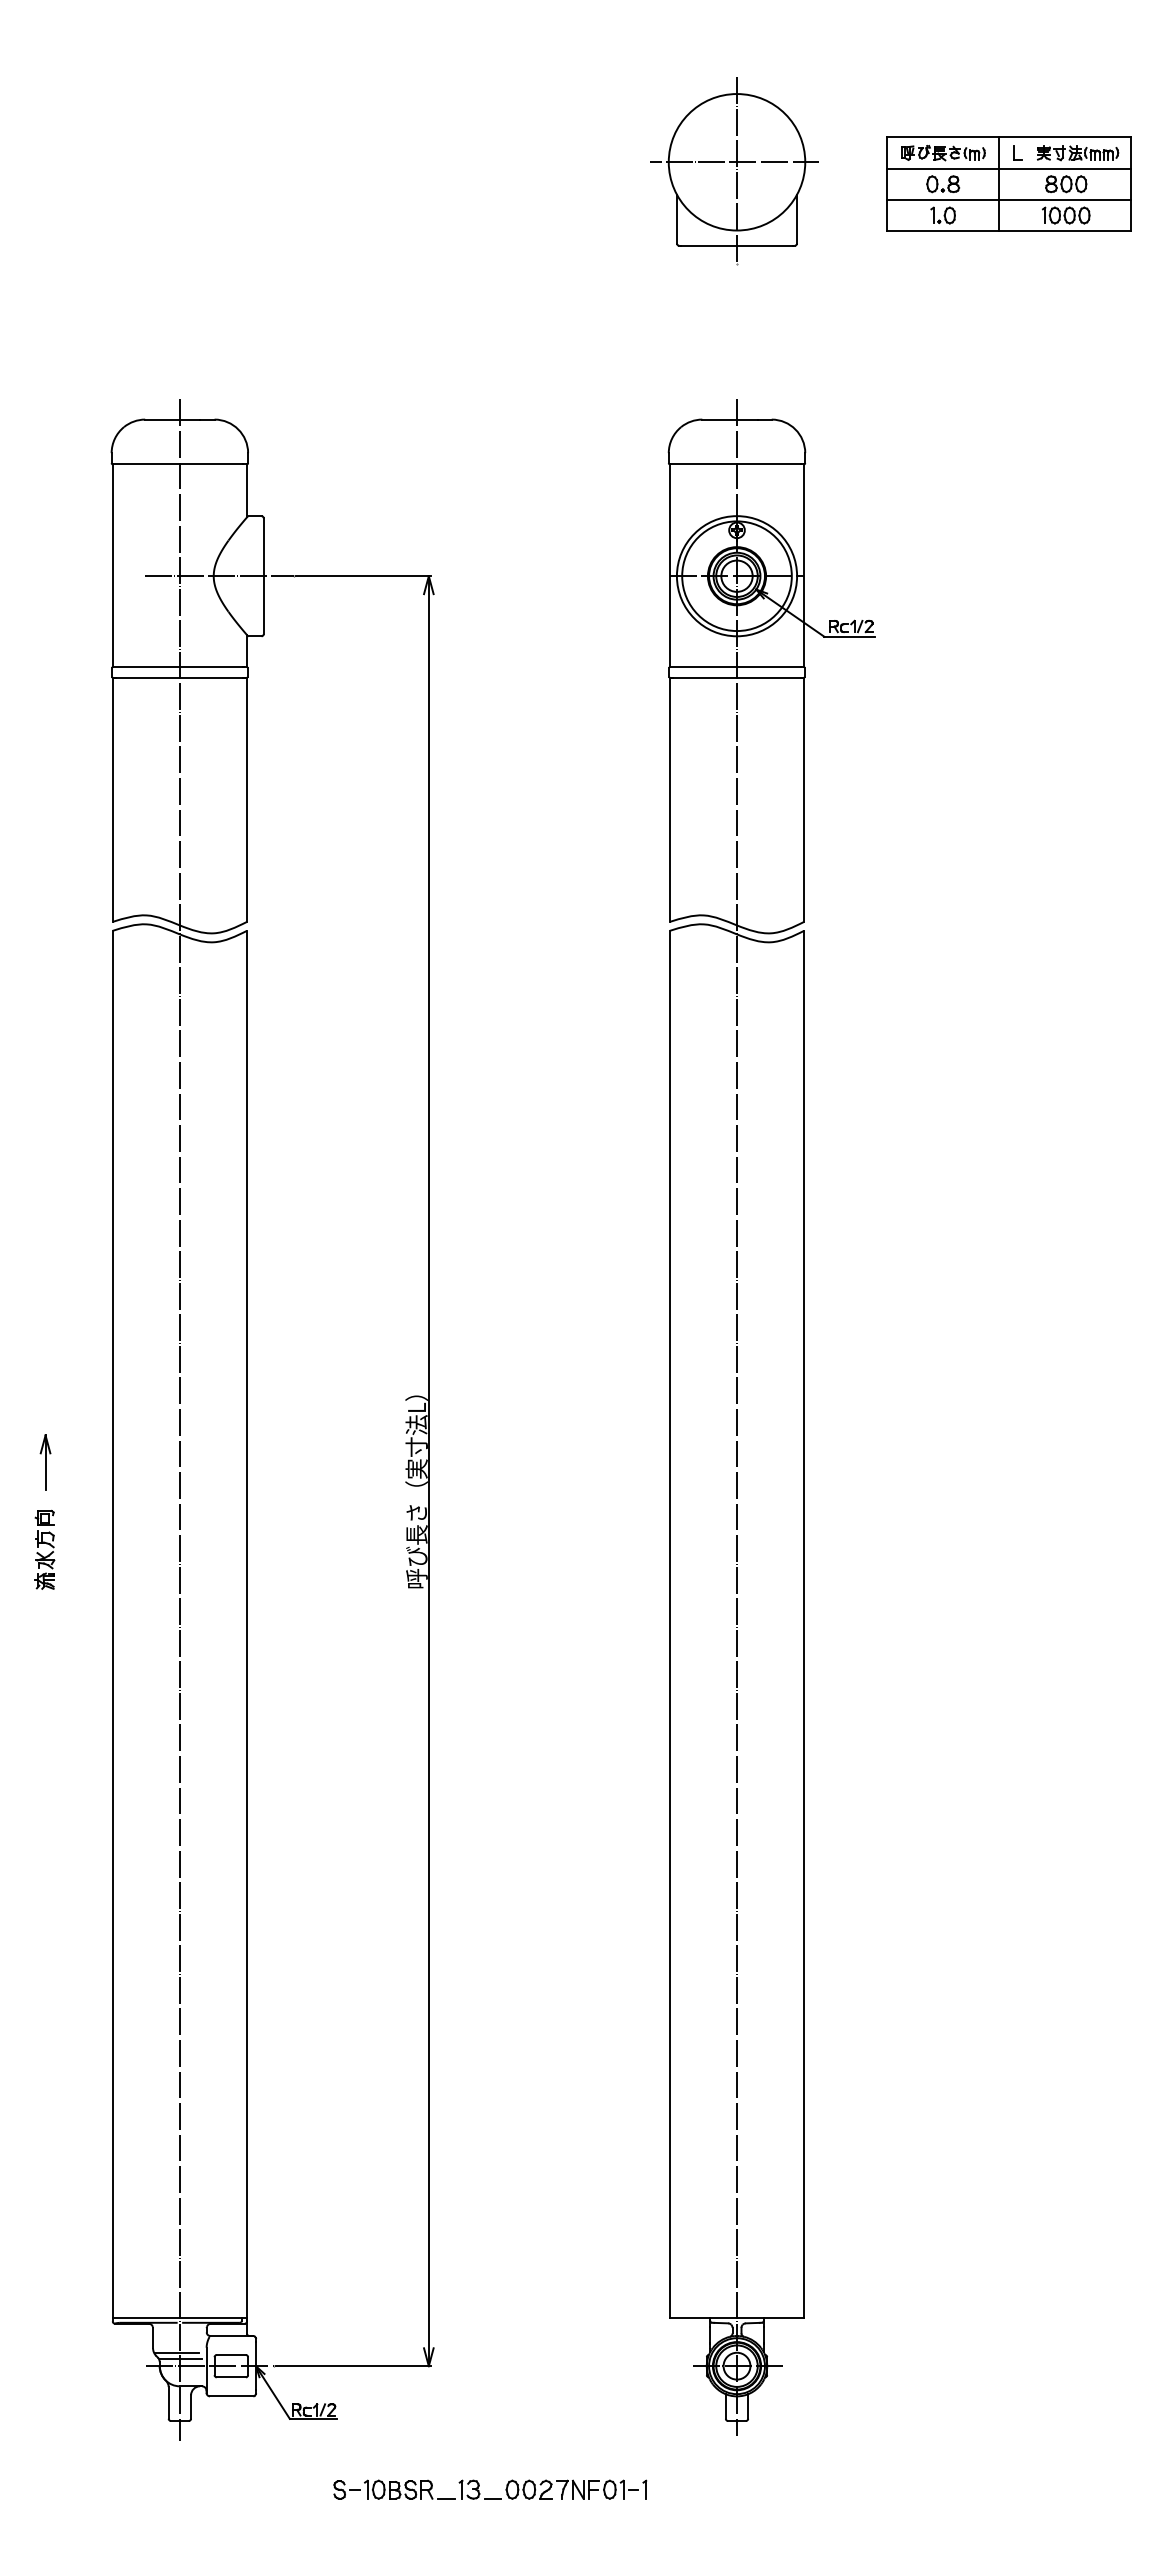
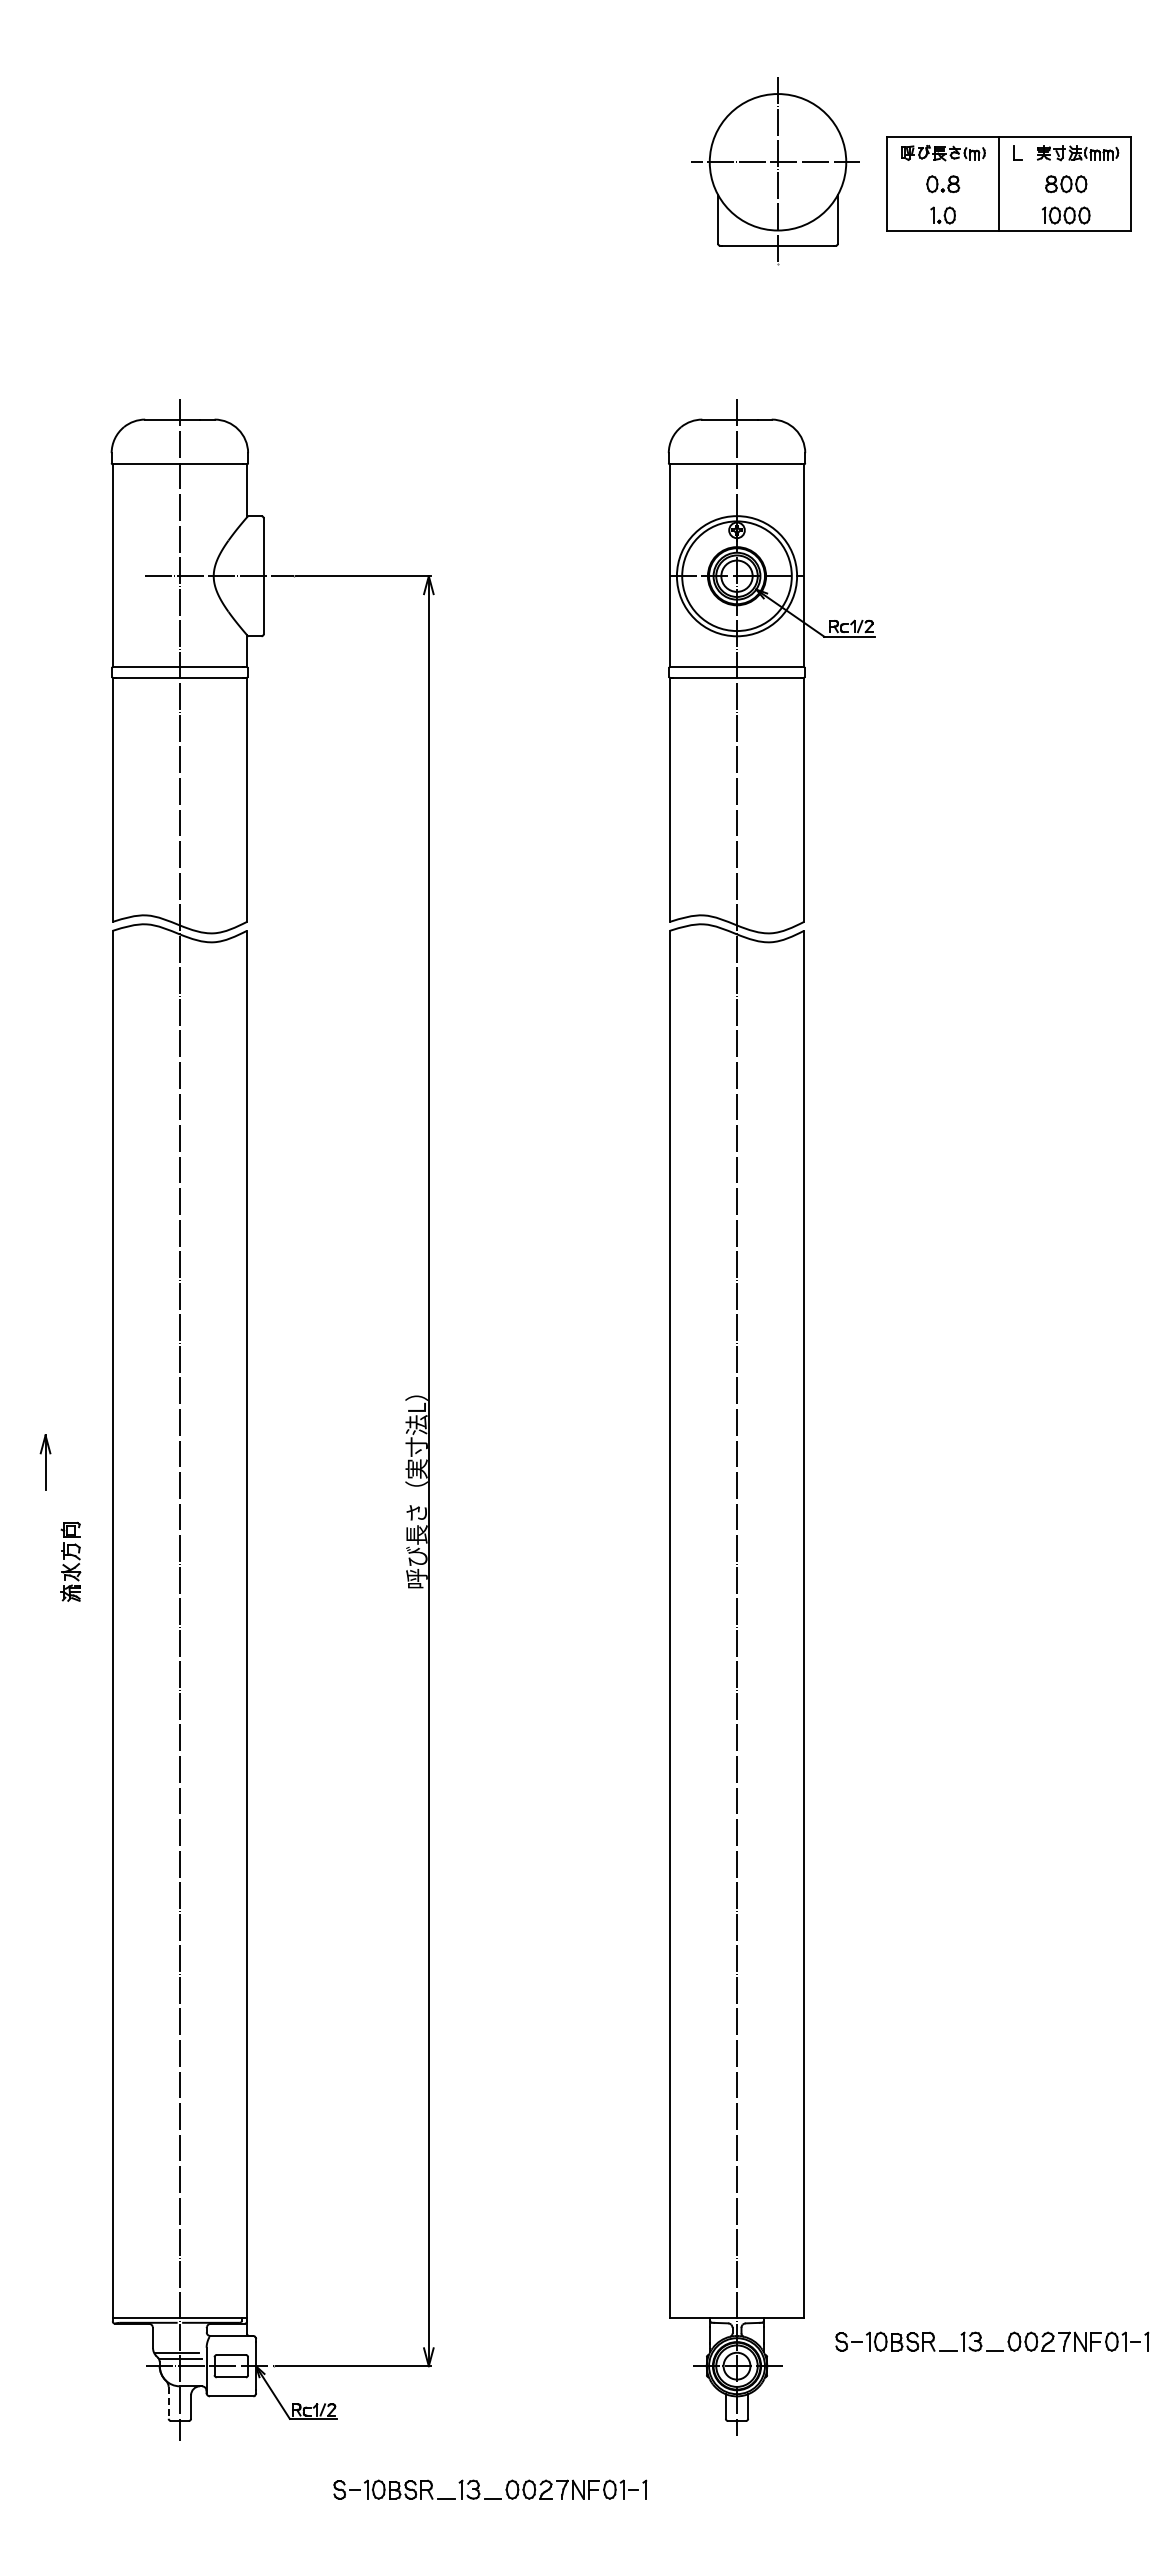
line at (1008, 168): present -> none
part at (734, 171) position: (734, 171) -> (775, 171)
line at (1008, 199): present -> none
part at (44, 1549) position: (44, 1549) -> (70, 1561)
part at (992, 2350): none -> present
line at (168, 2402): solid -> dashed
